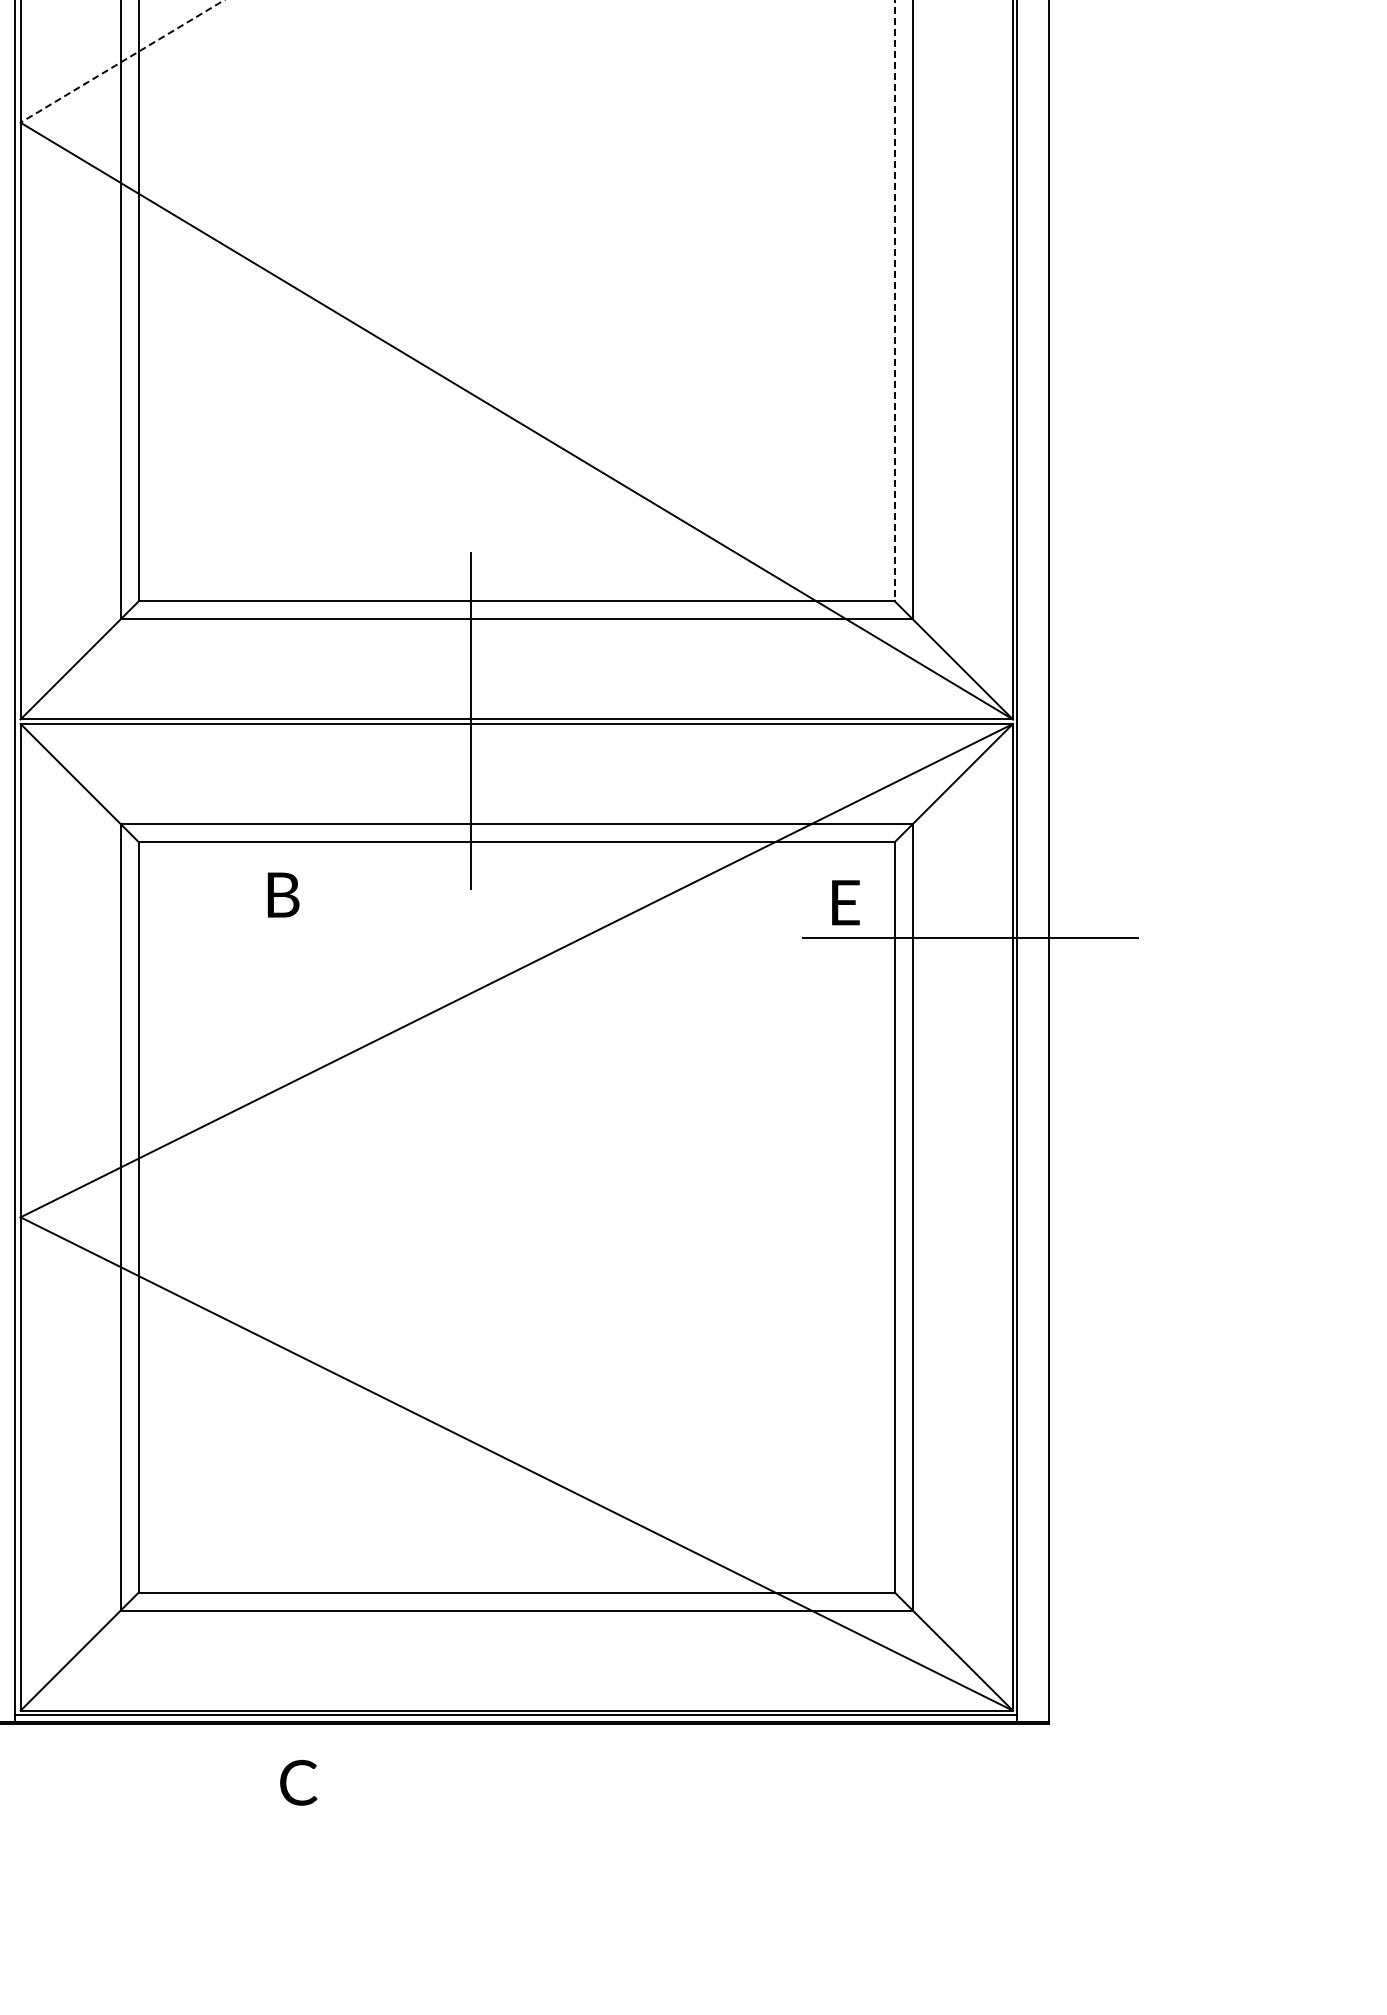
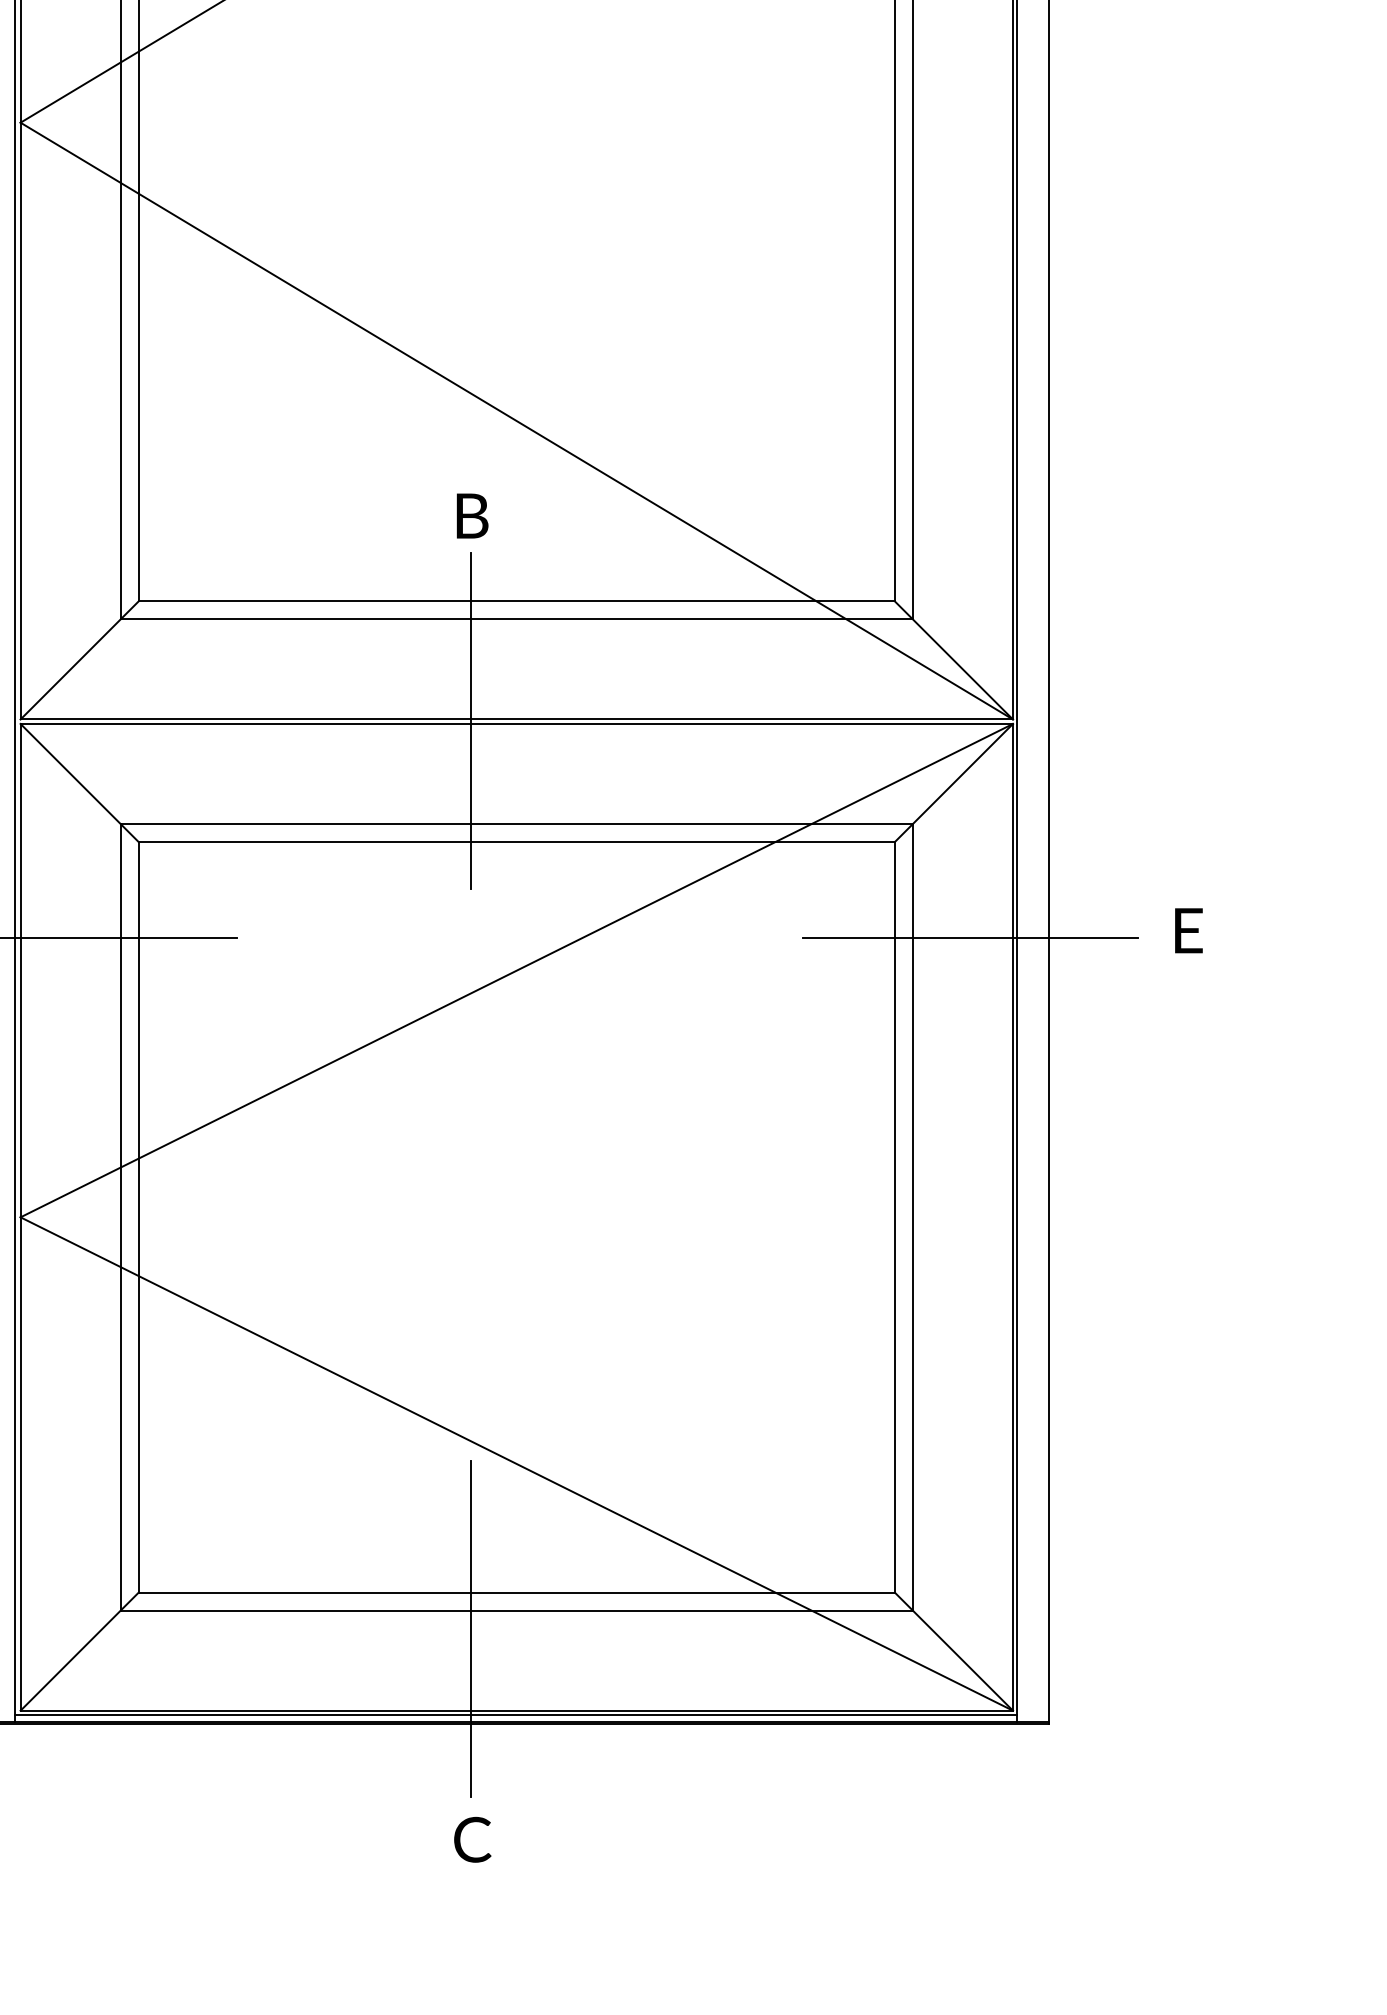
line at (122, 61): dashed -> solid
line at (894, 301): dashed -> solid
text at (283, 894) position: (283, 894) -> (472, 515)
text at (845, 902) position: (845, 902) -> (1188, 930)
line at (119, 937): none -> present
line at (471, 1628): none -> present
text at (298, 1782) position: (298, 1782) -> (472, 1839)
